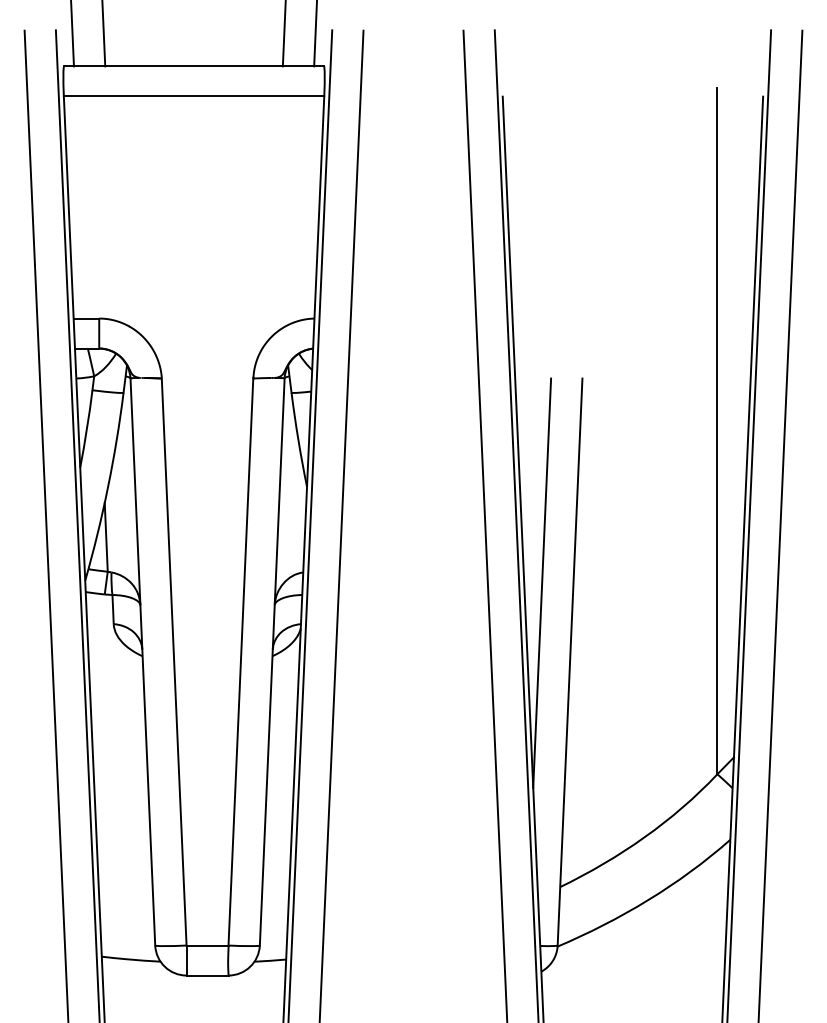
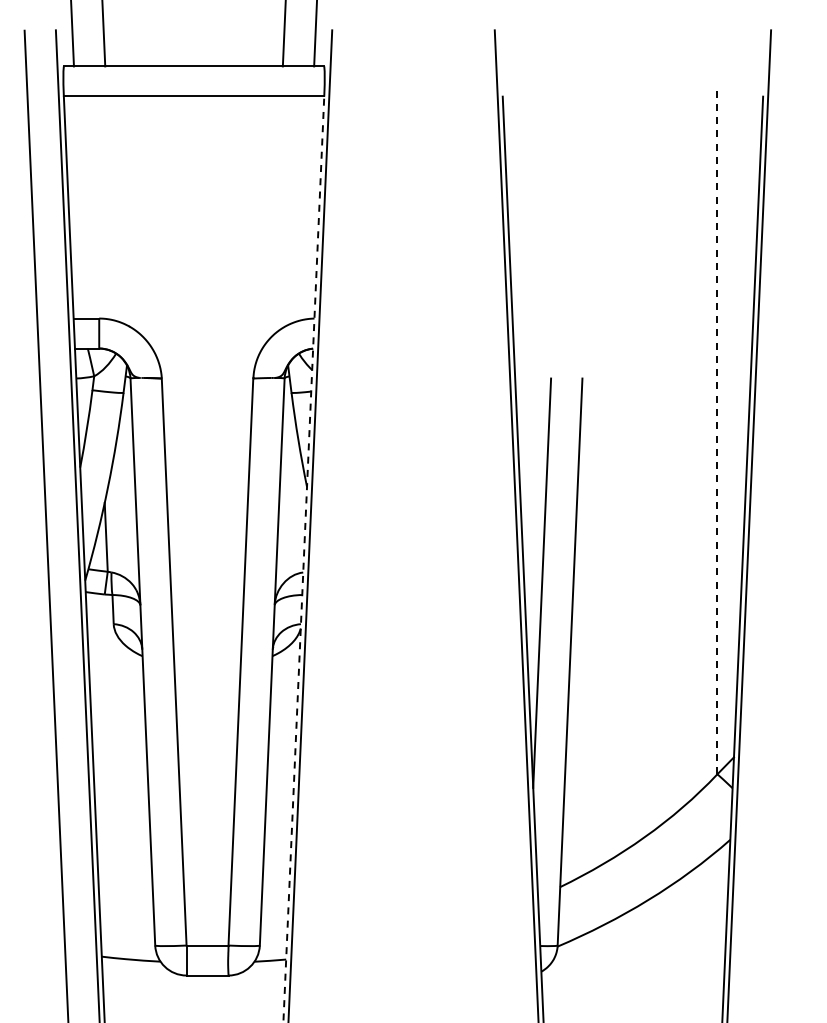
line at (717, 430): solid -> dashed
line at (341, 524): present -> none
line at (485, 524): present -> none
line at (780, 524): present -> none
line at (303, 559): solid -> dashed
